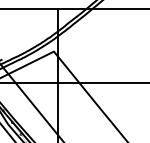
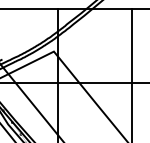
line at (131, 74): none -> present
